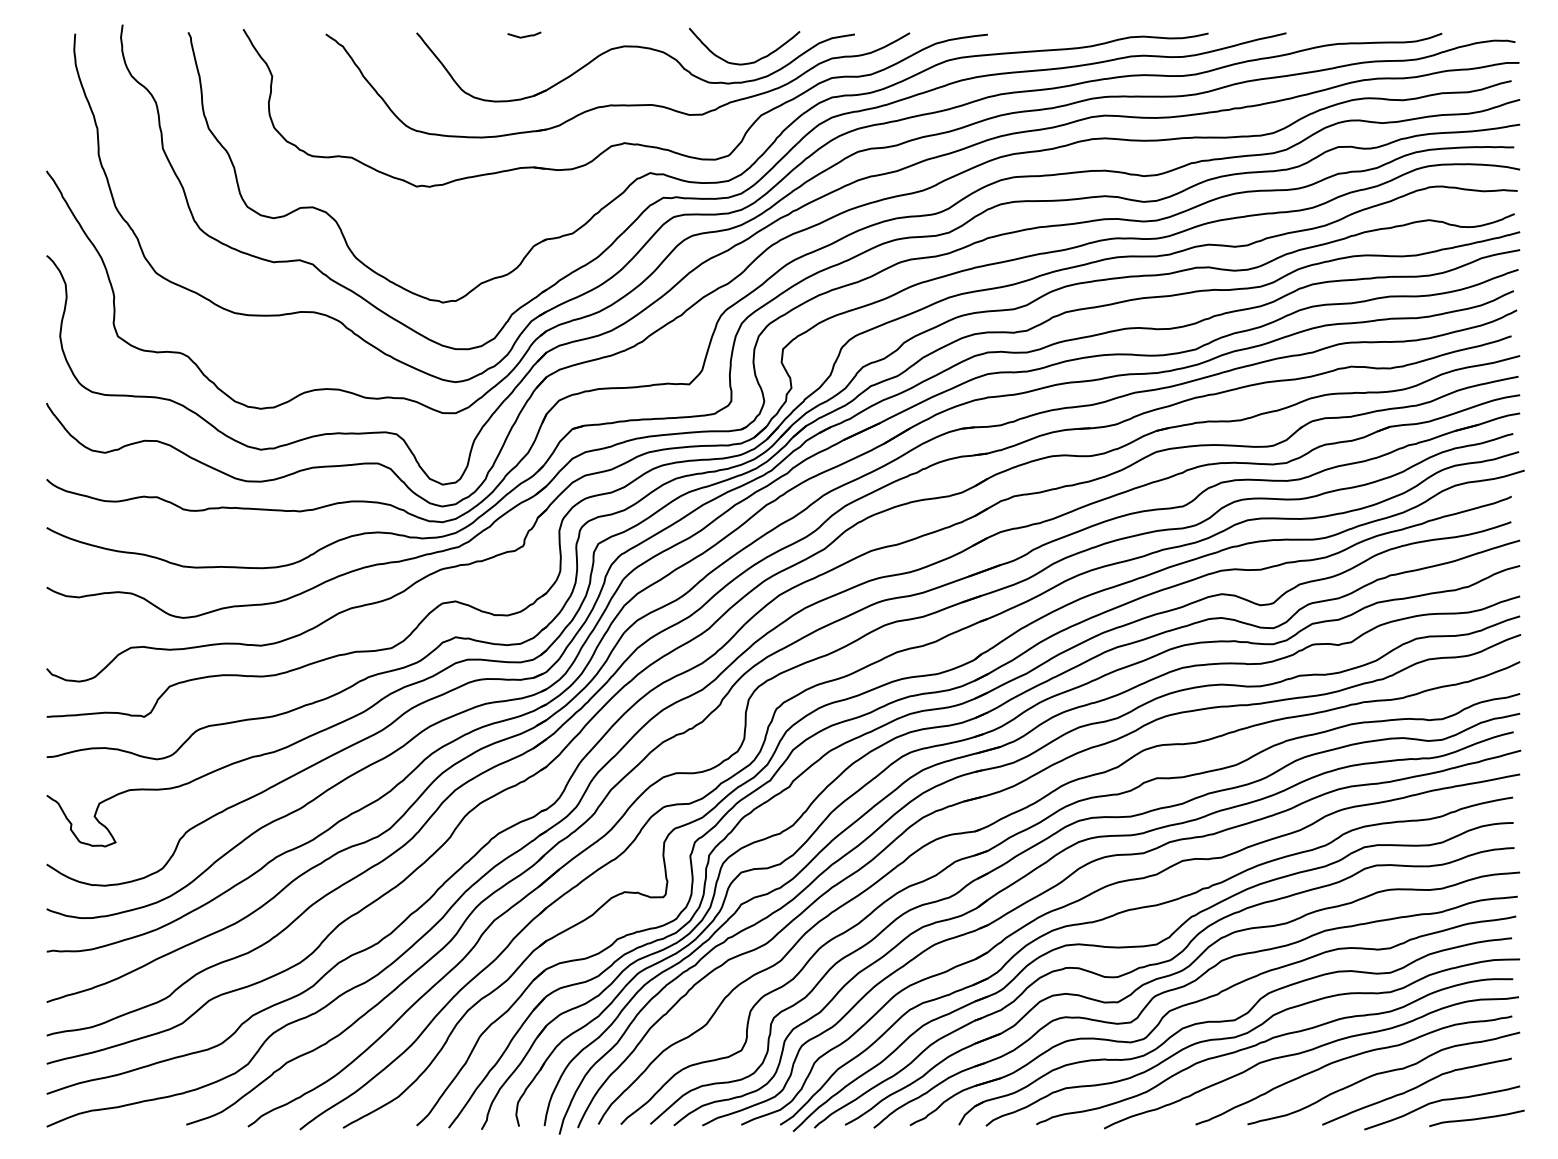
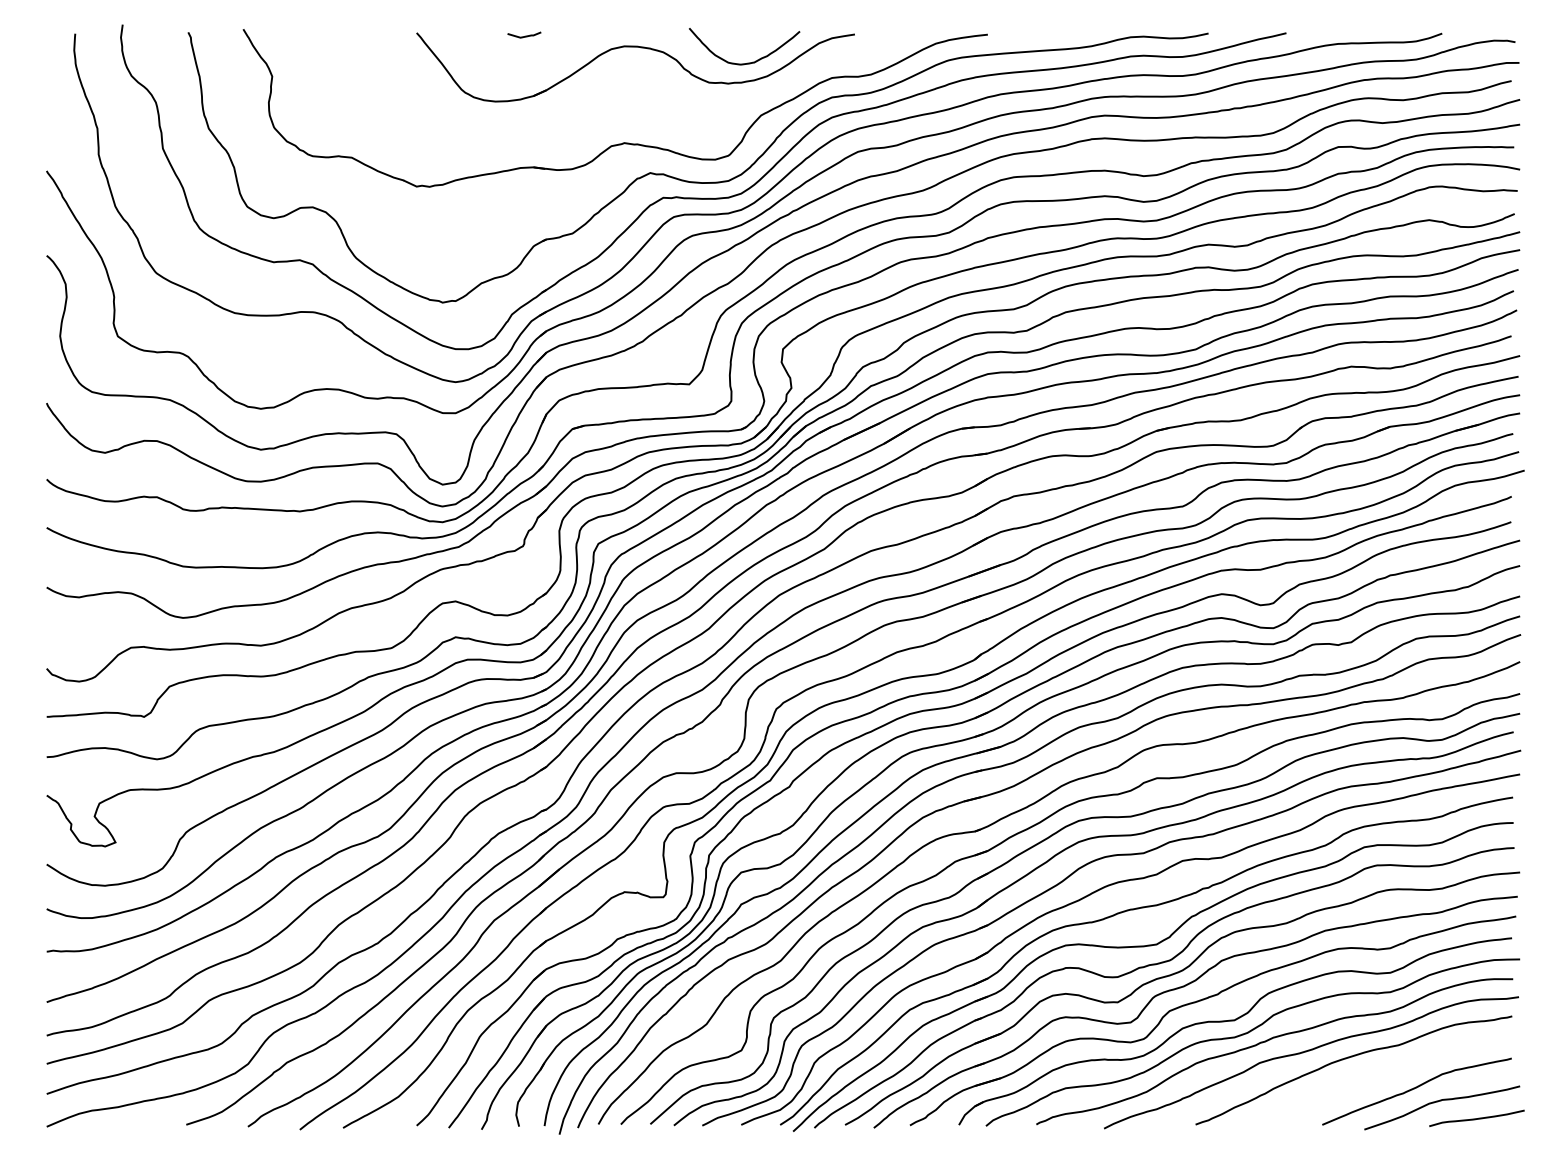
part at (617, 104): present -> none
curve at (1383, 1073): present -> none
